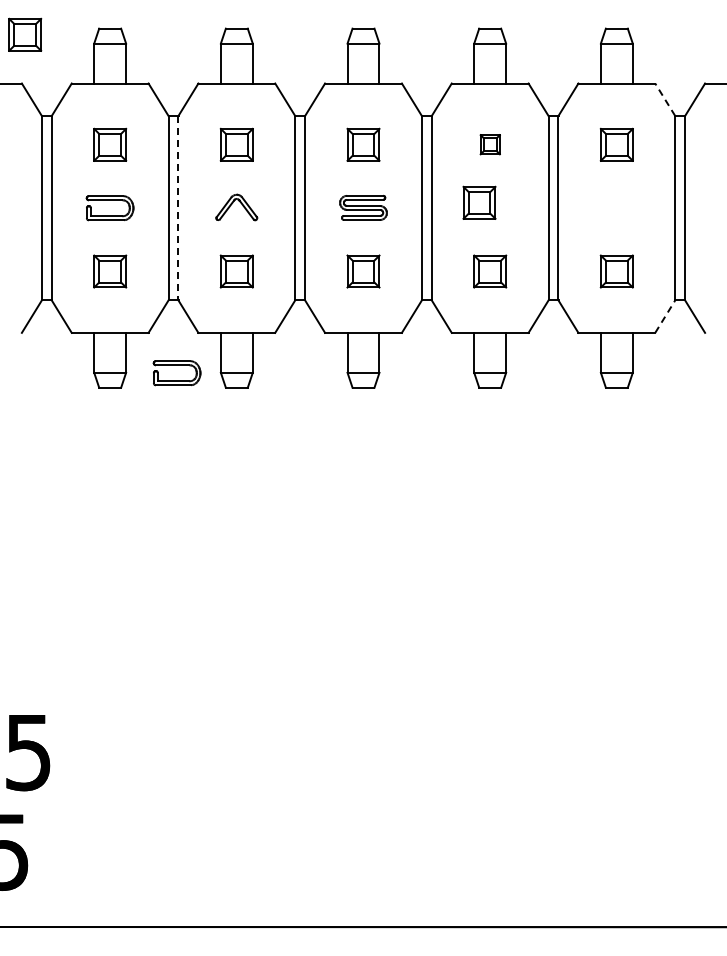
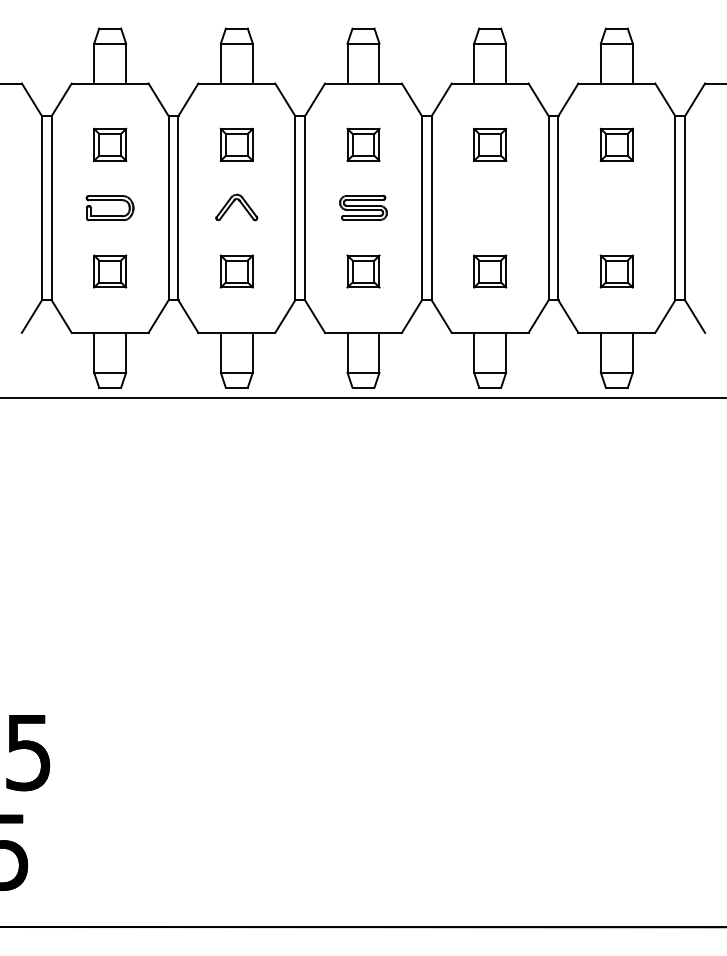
part at (25, 34): present -> none
line at (664, 99): dashed -> solid
part at (489, 144) size: 22x22 px -> 35x35 px
part at (479, 202): present -> none
line at (178, 208): dashed -> solid
line at (665, 316): dashed -> solid
part at (176, 380): present -> none
line at (362, 397): none -> present
